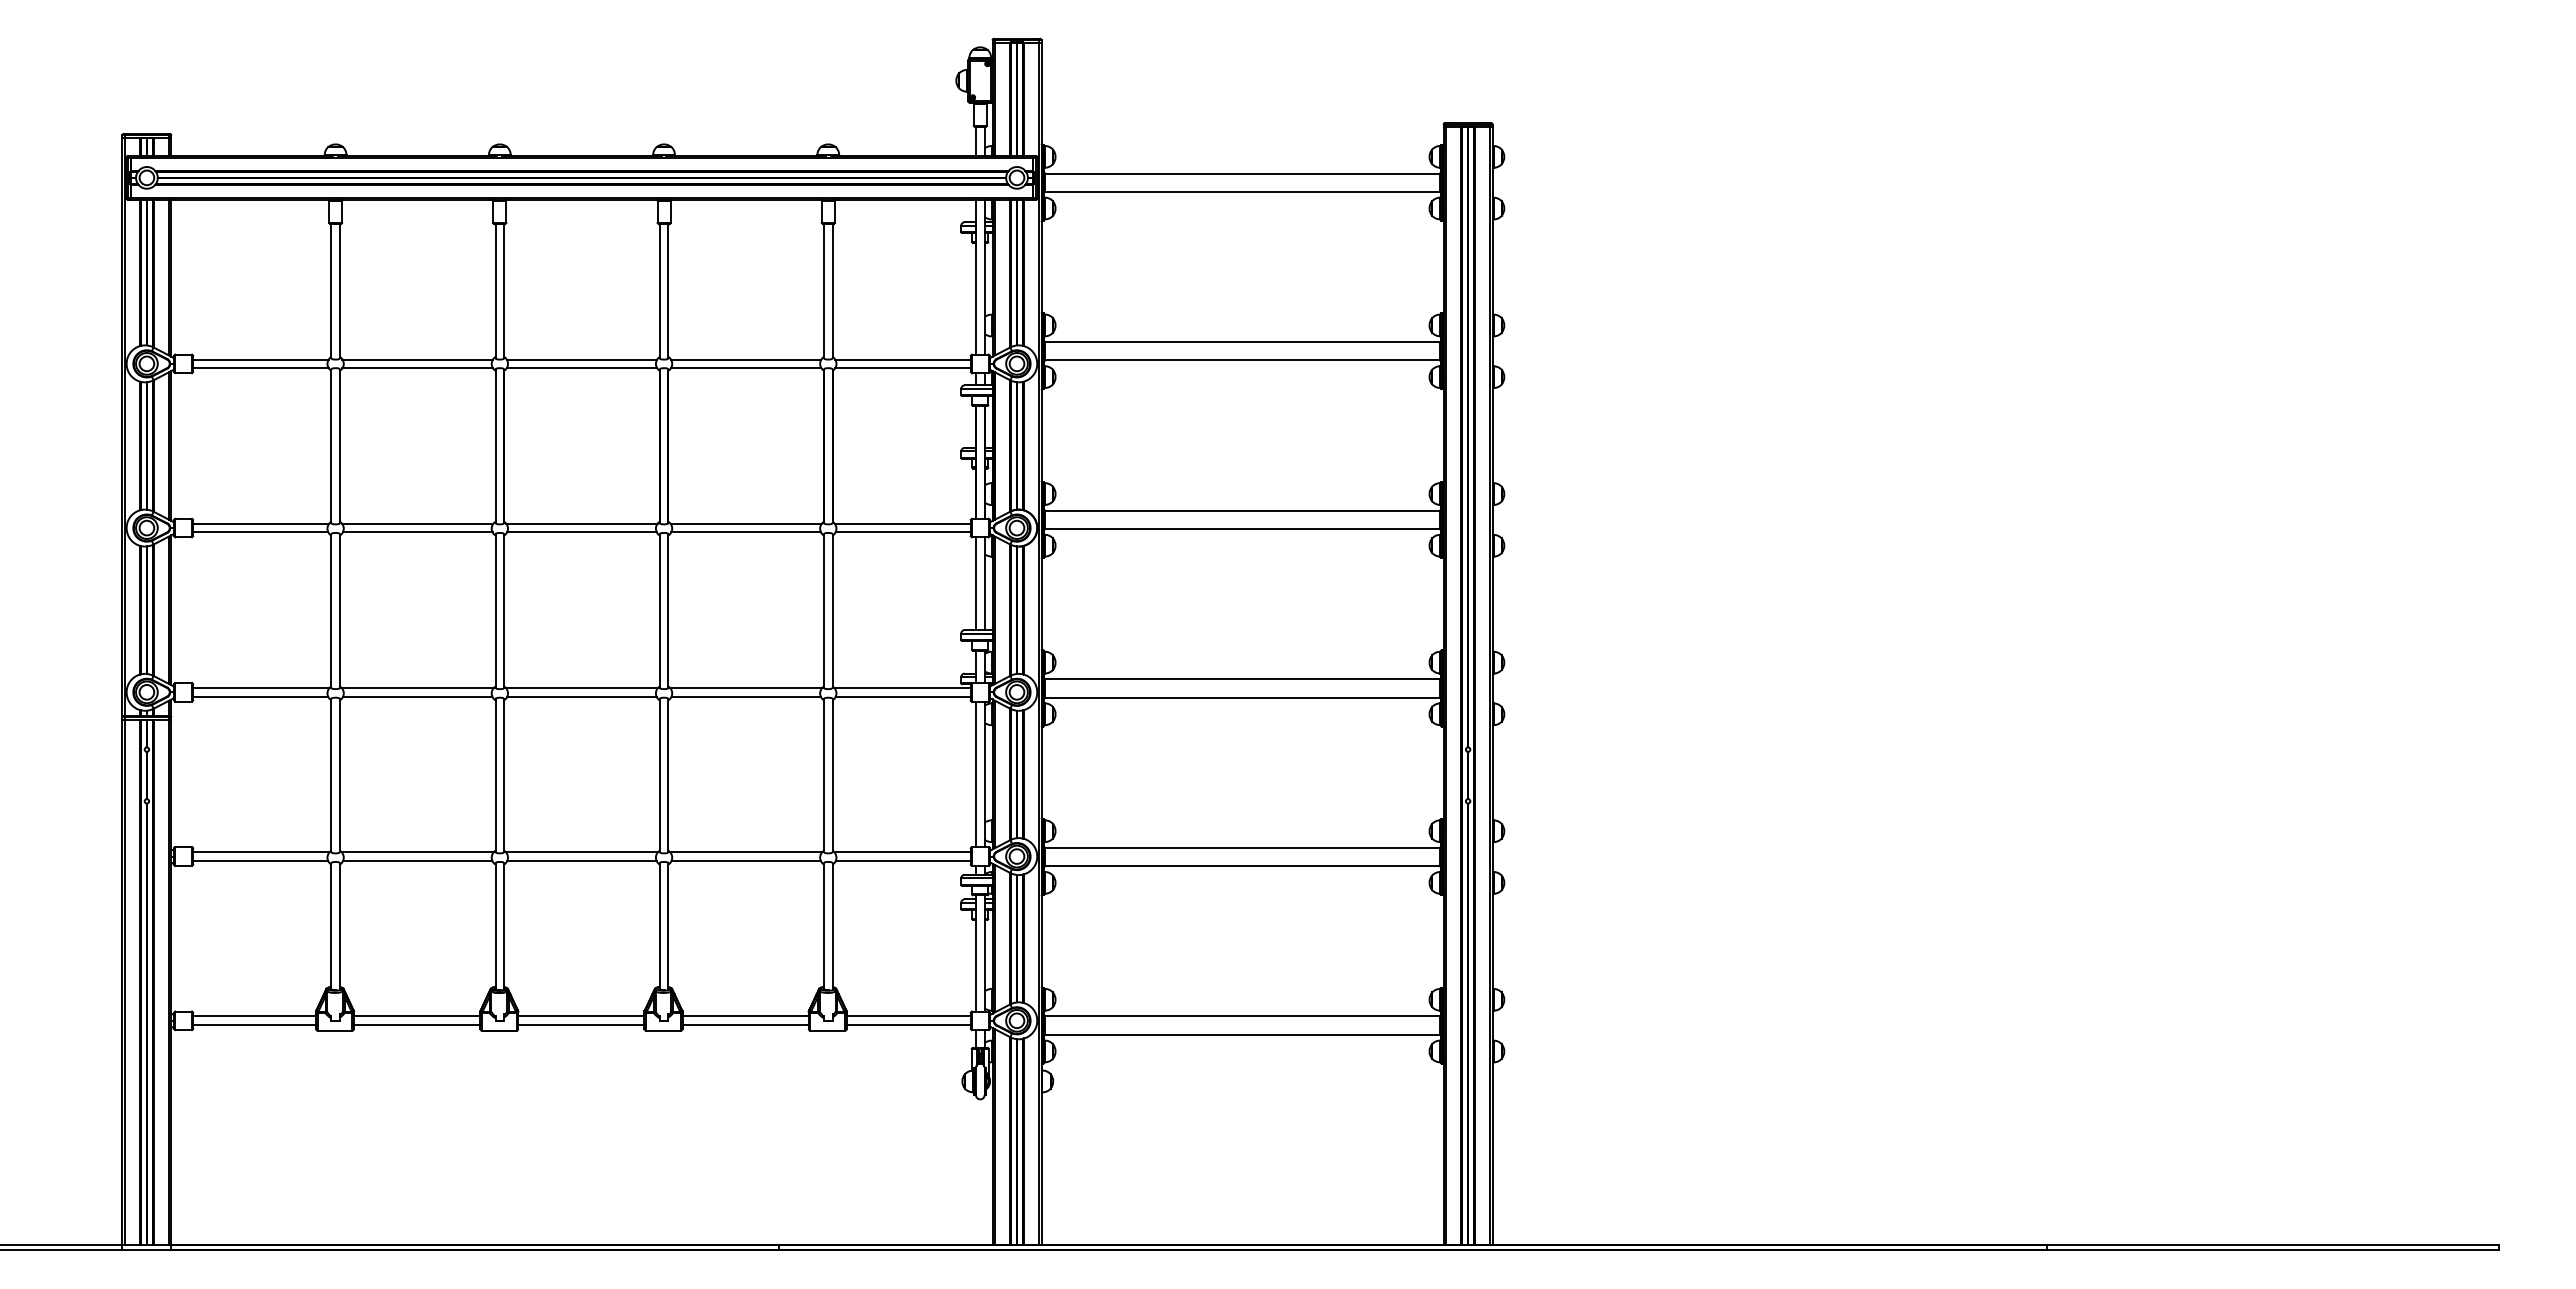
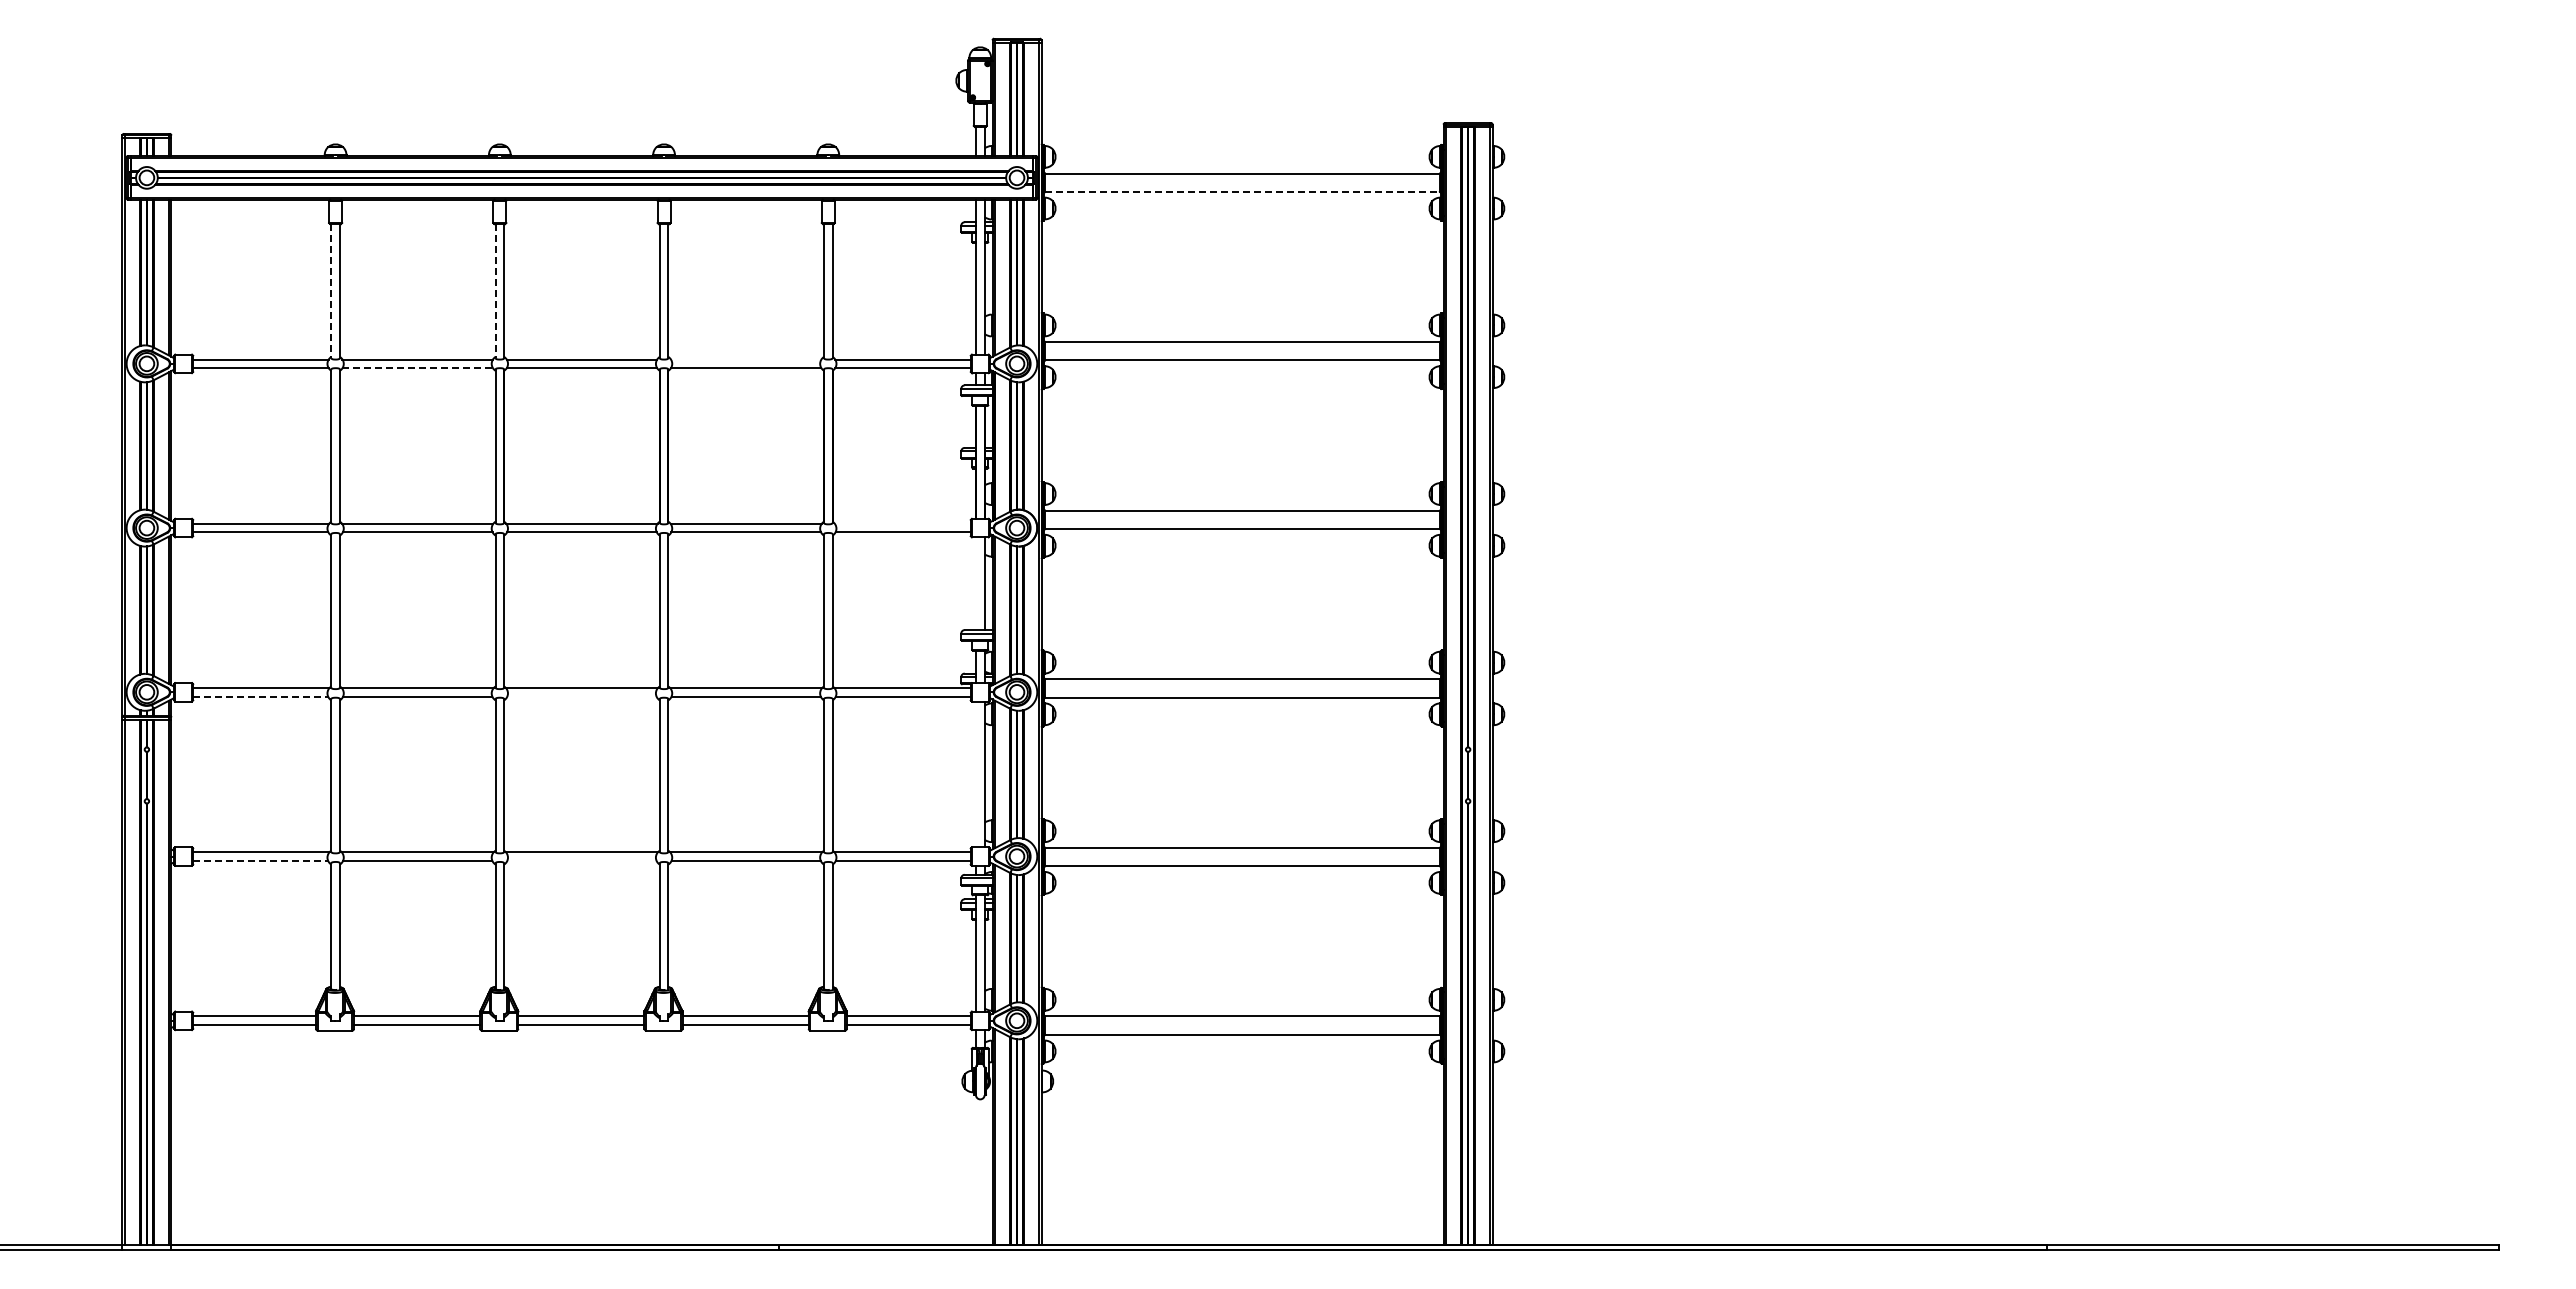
line at (1243, 191): solid -> dashed
line at (331, 291): solid -> dashed
line at (495, 291): solid -> dashed
line at (745, 359): present -> none
line at (418, 368): solid -> dashed
line at (902, 523): present -> none
line at (975, 583): present -> none
line at (261, 696): solid -> dashed
line at (581, 696): present -> none
line at (975, 774): present -> none
line at (261, 860): solid -> dashed
line at (581, 860): present -> none
